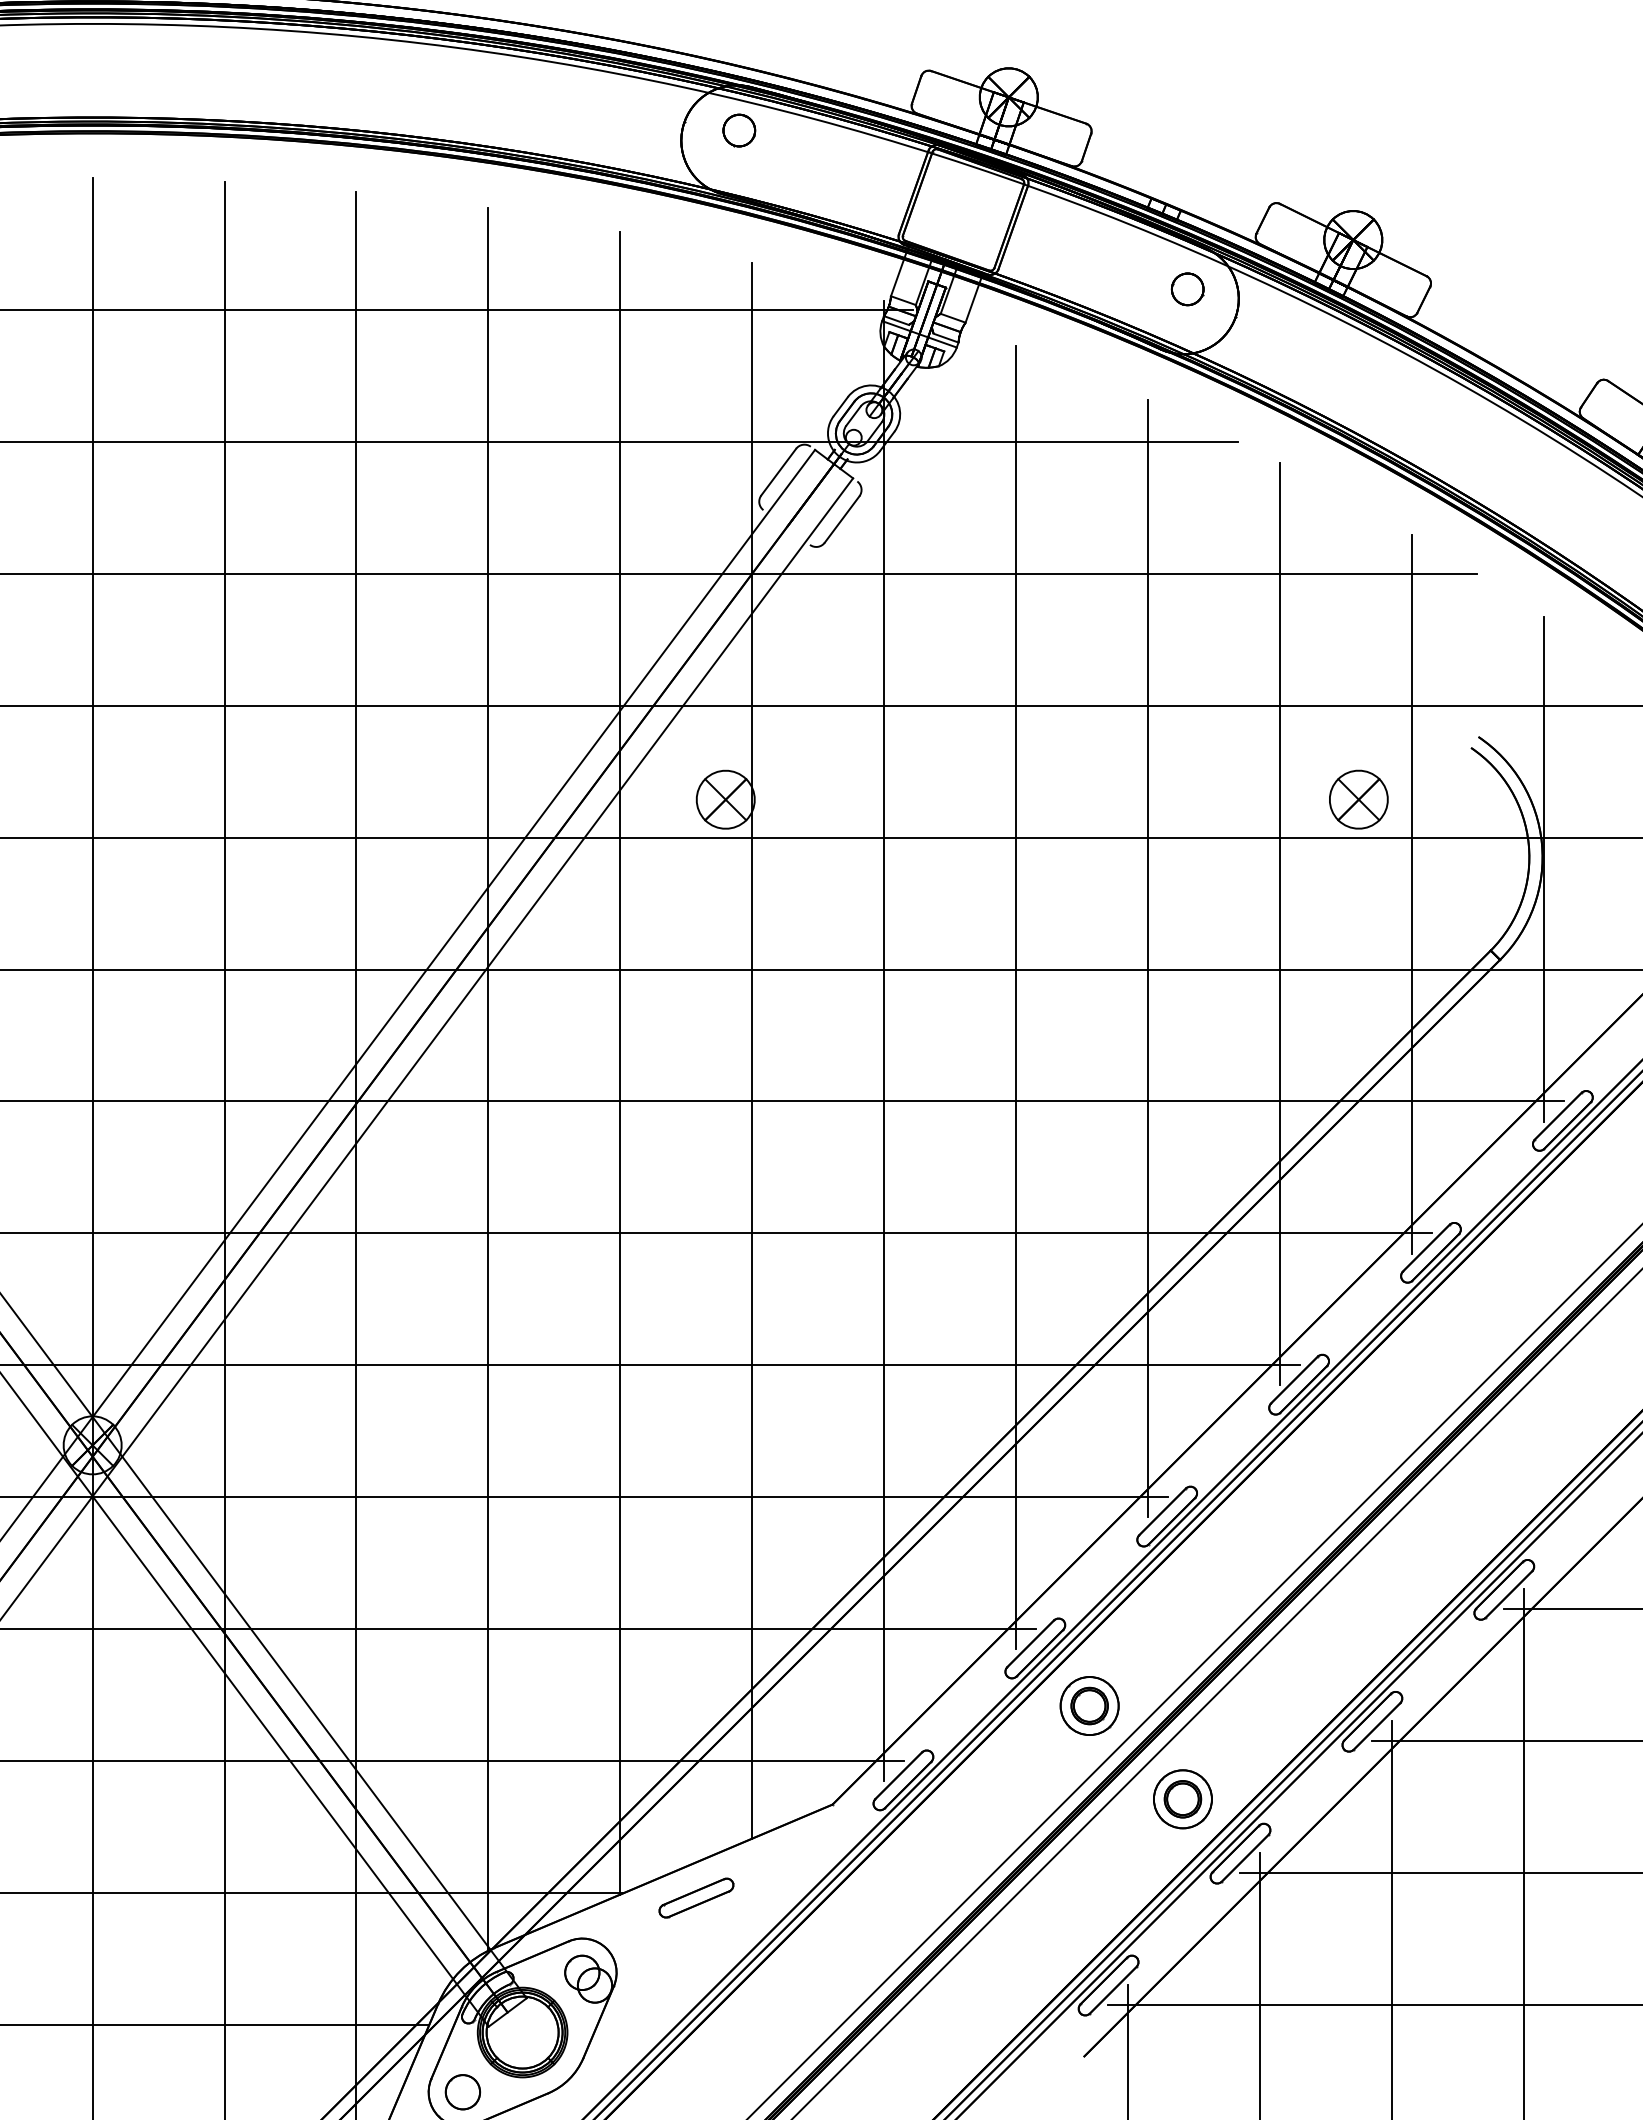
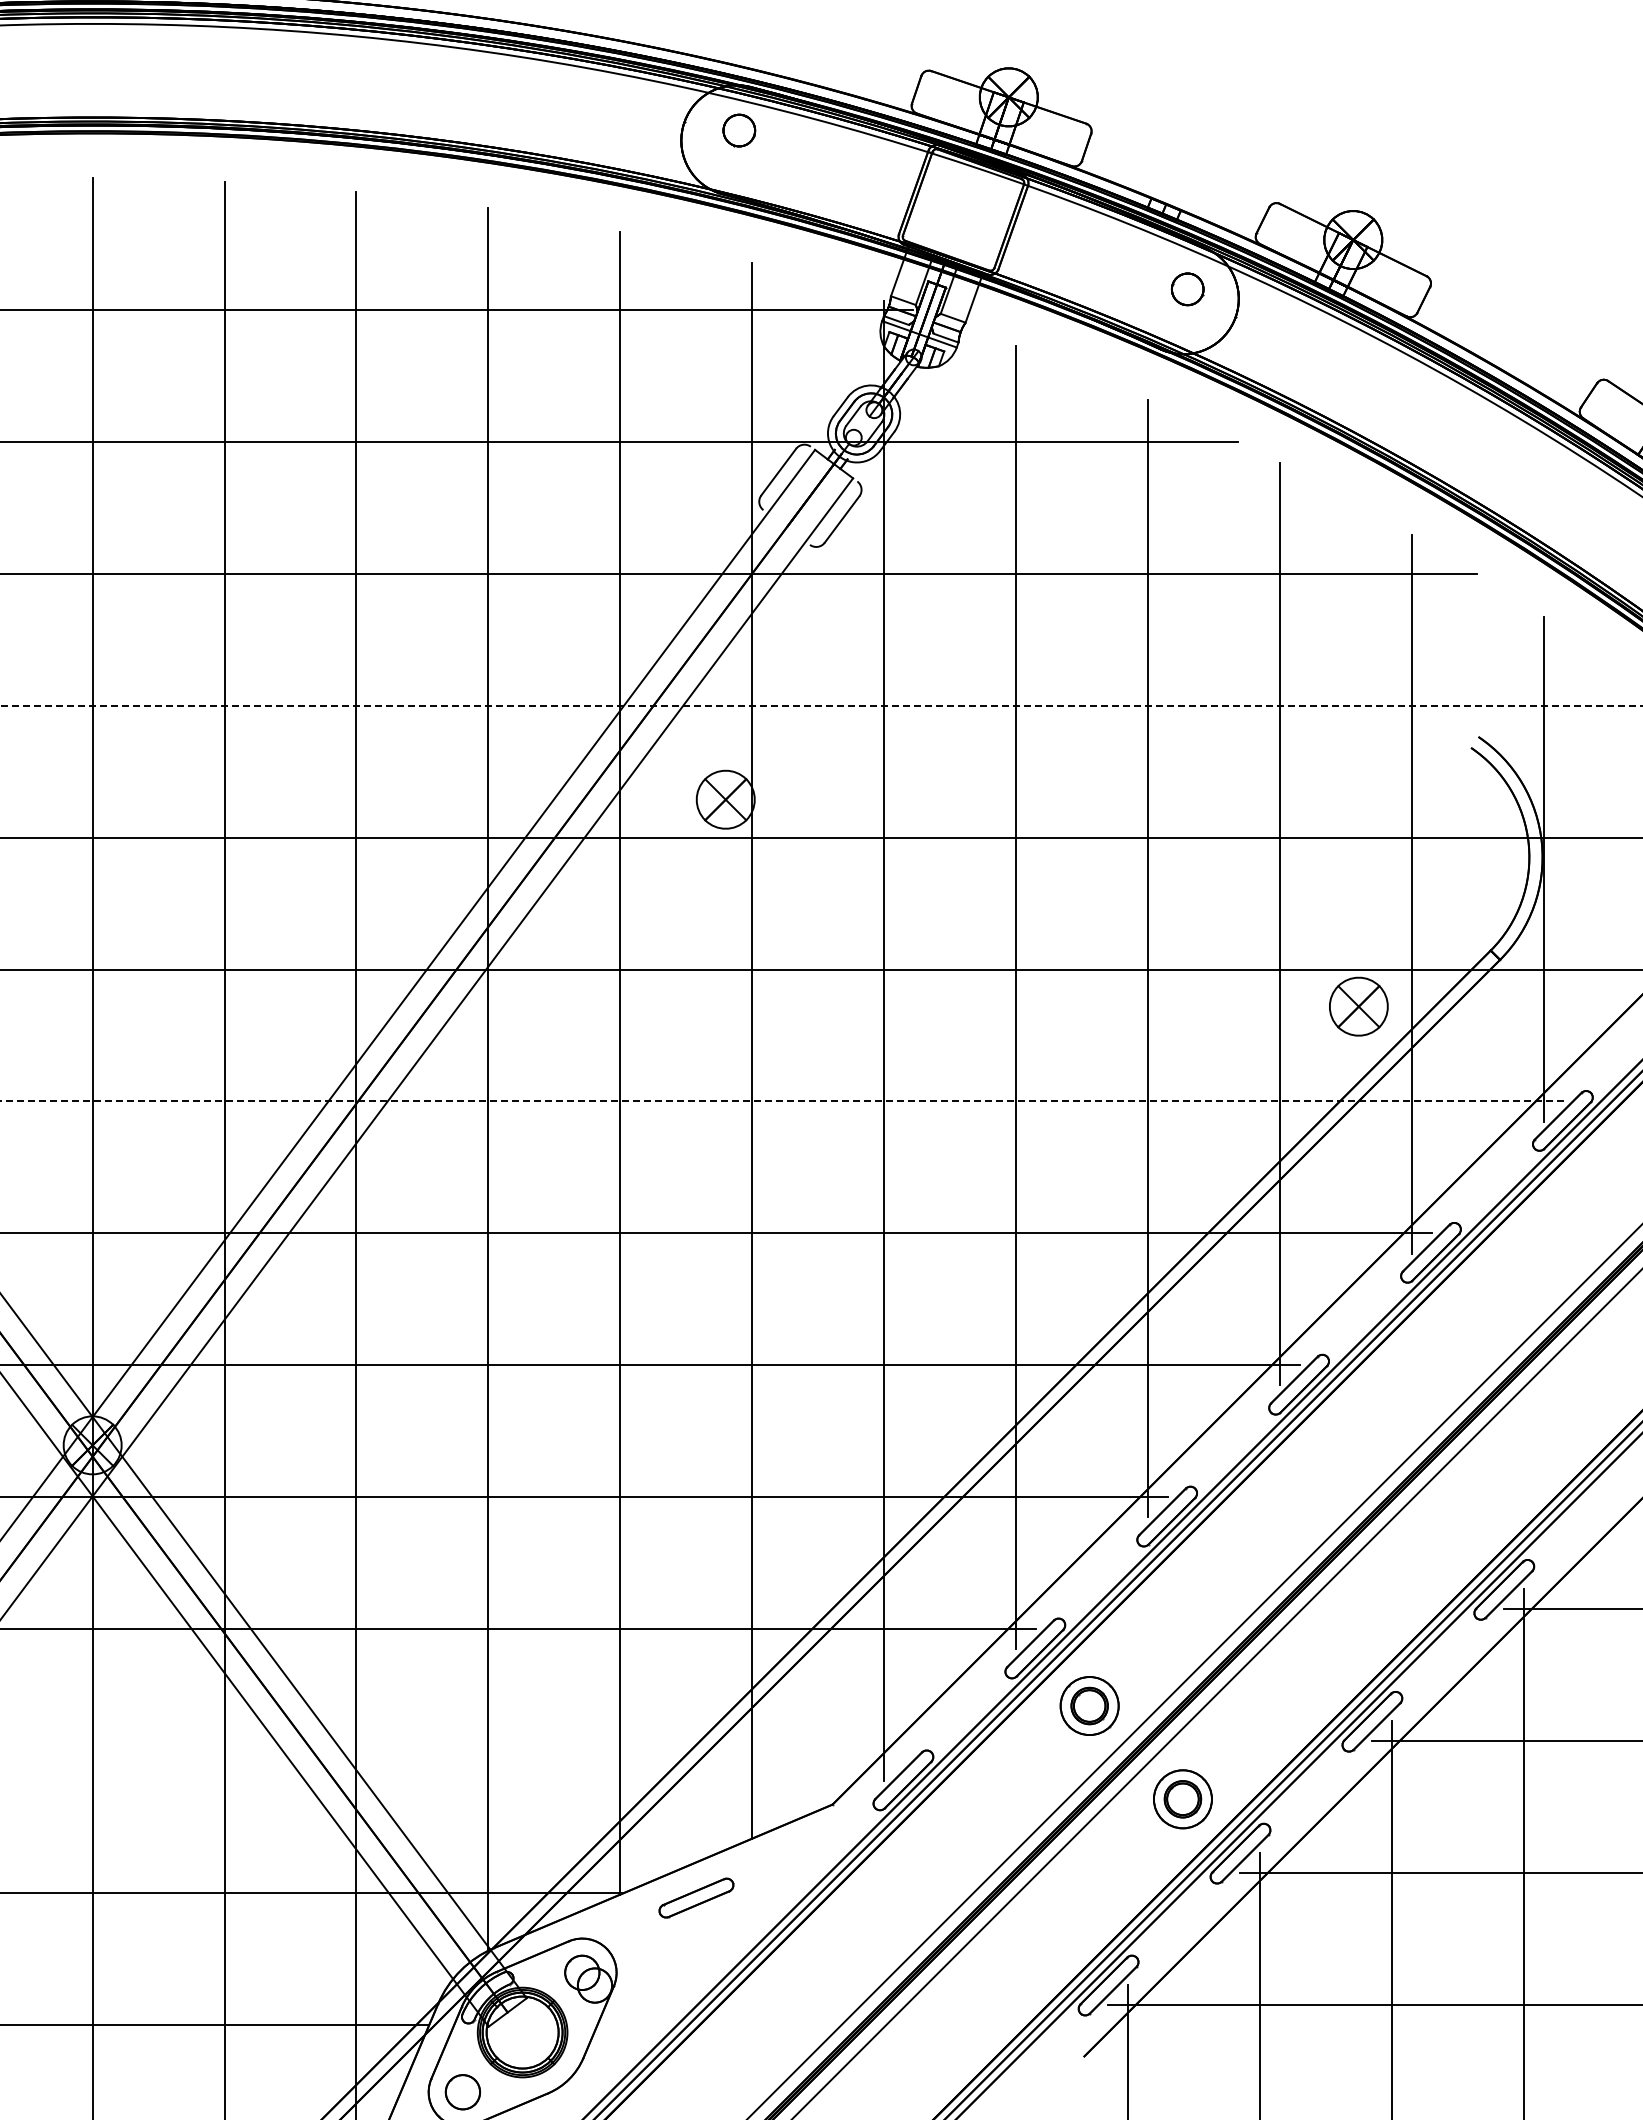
line at (820, 705): solid -> dashed
part at (1358, 799) position: (1358, 799) -> (1358, 1006)
line at (781, 1101): solid -> dashed
line at (453, 1760): present -> none
